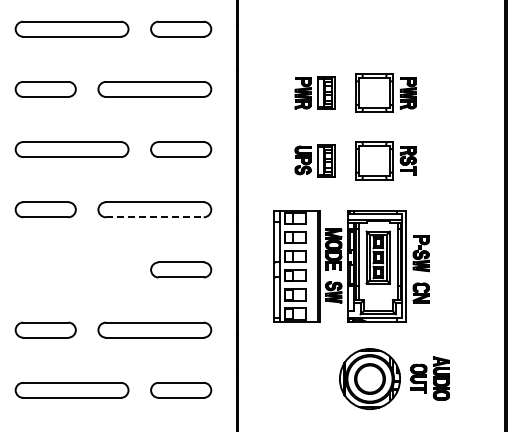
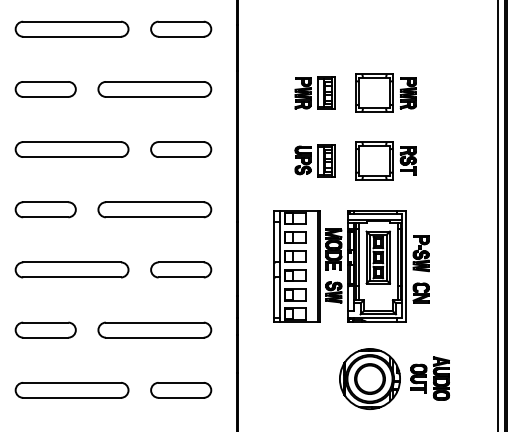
line at (497, 215): none -> present
line at (154, 217): dashed -> solid
part at (71, 269): none -> present
